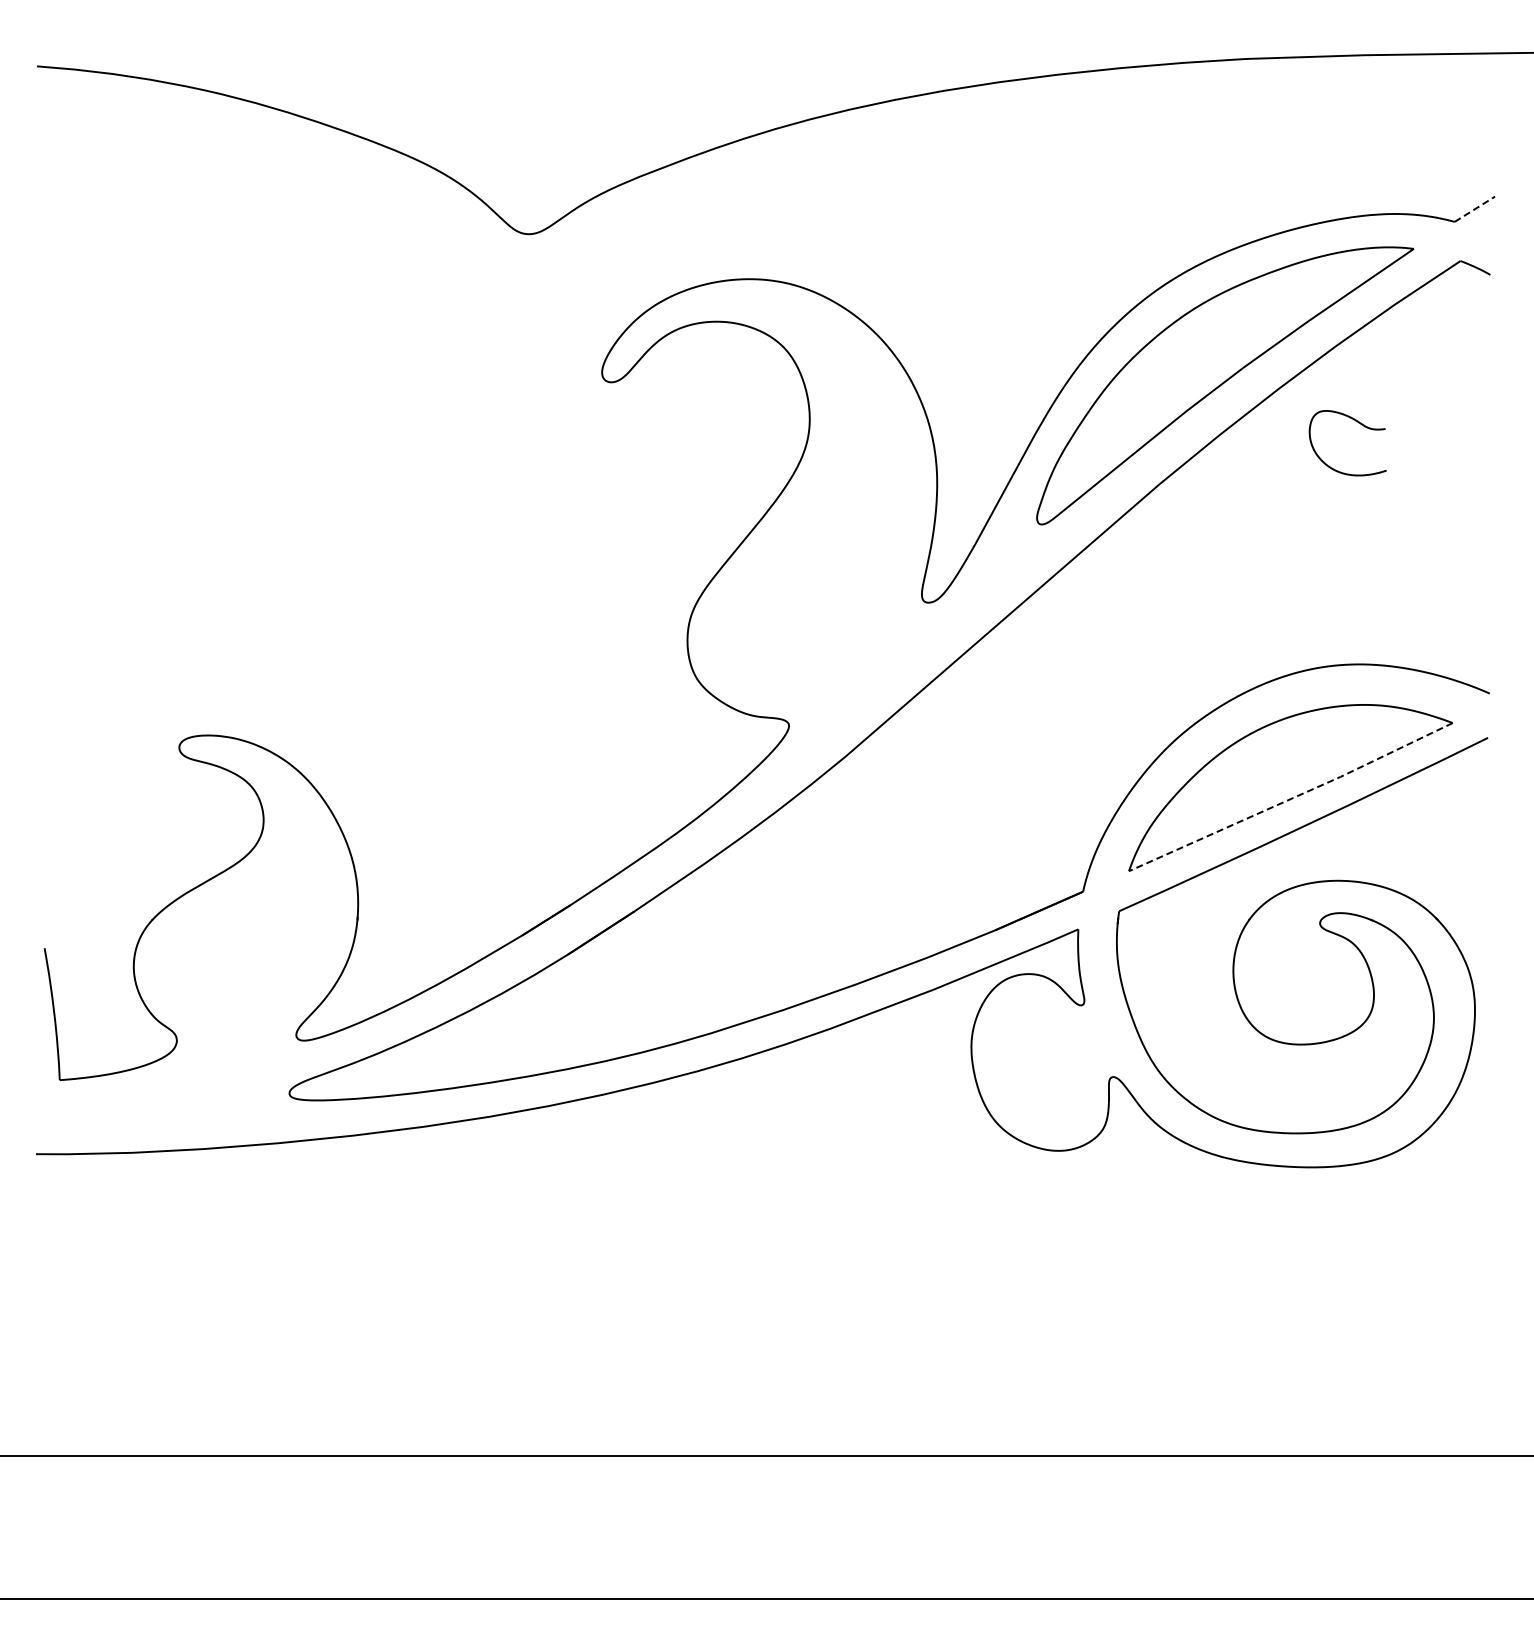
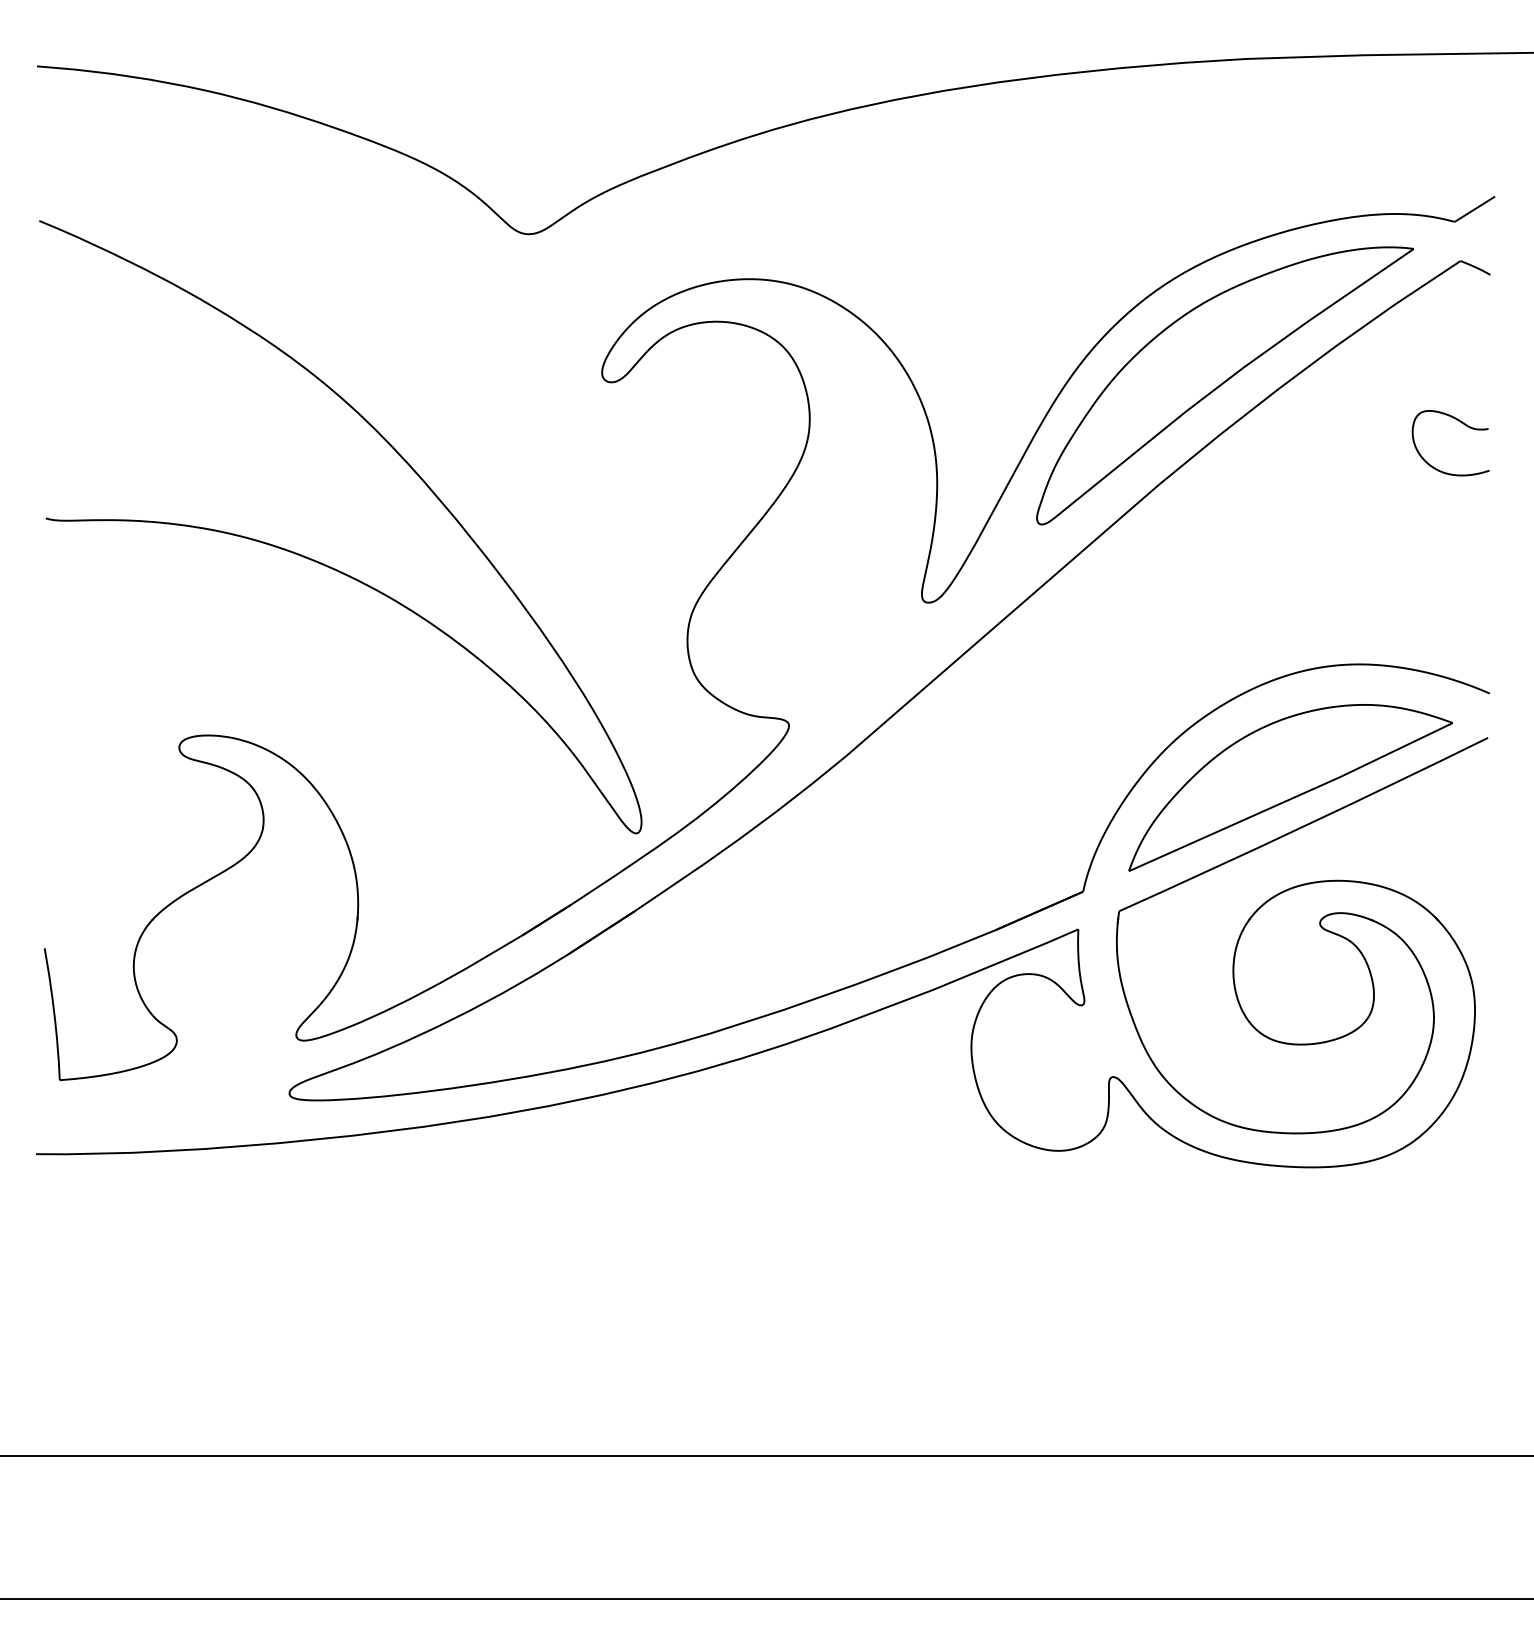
line at (1474, 209): dashed -> solid
curve at (1361, 425) position: (1361, 425) -> (1464, 425)
curve at (326, 564): none -> present
line at (1292, 798): dashed -> solid
